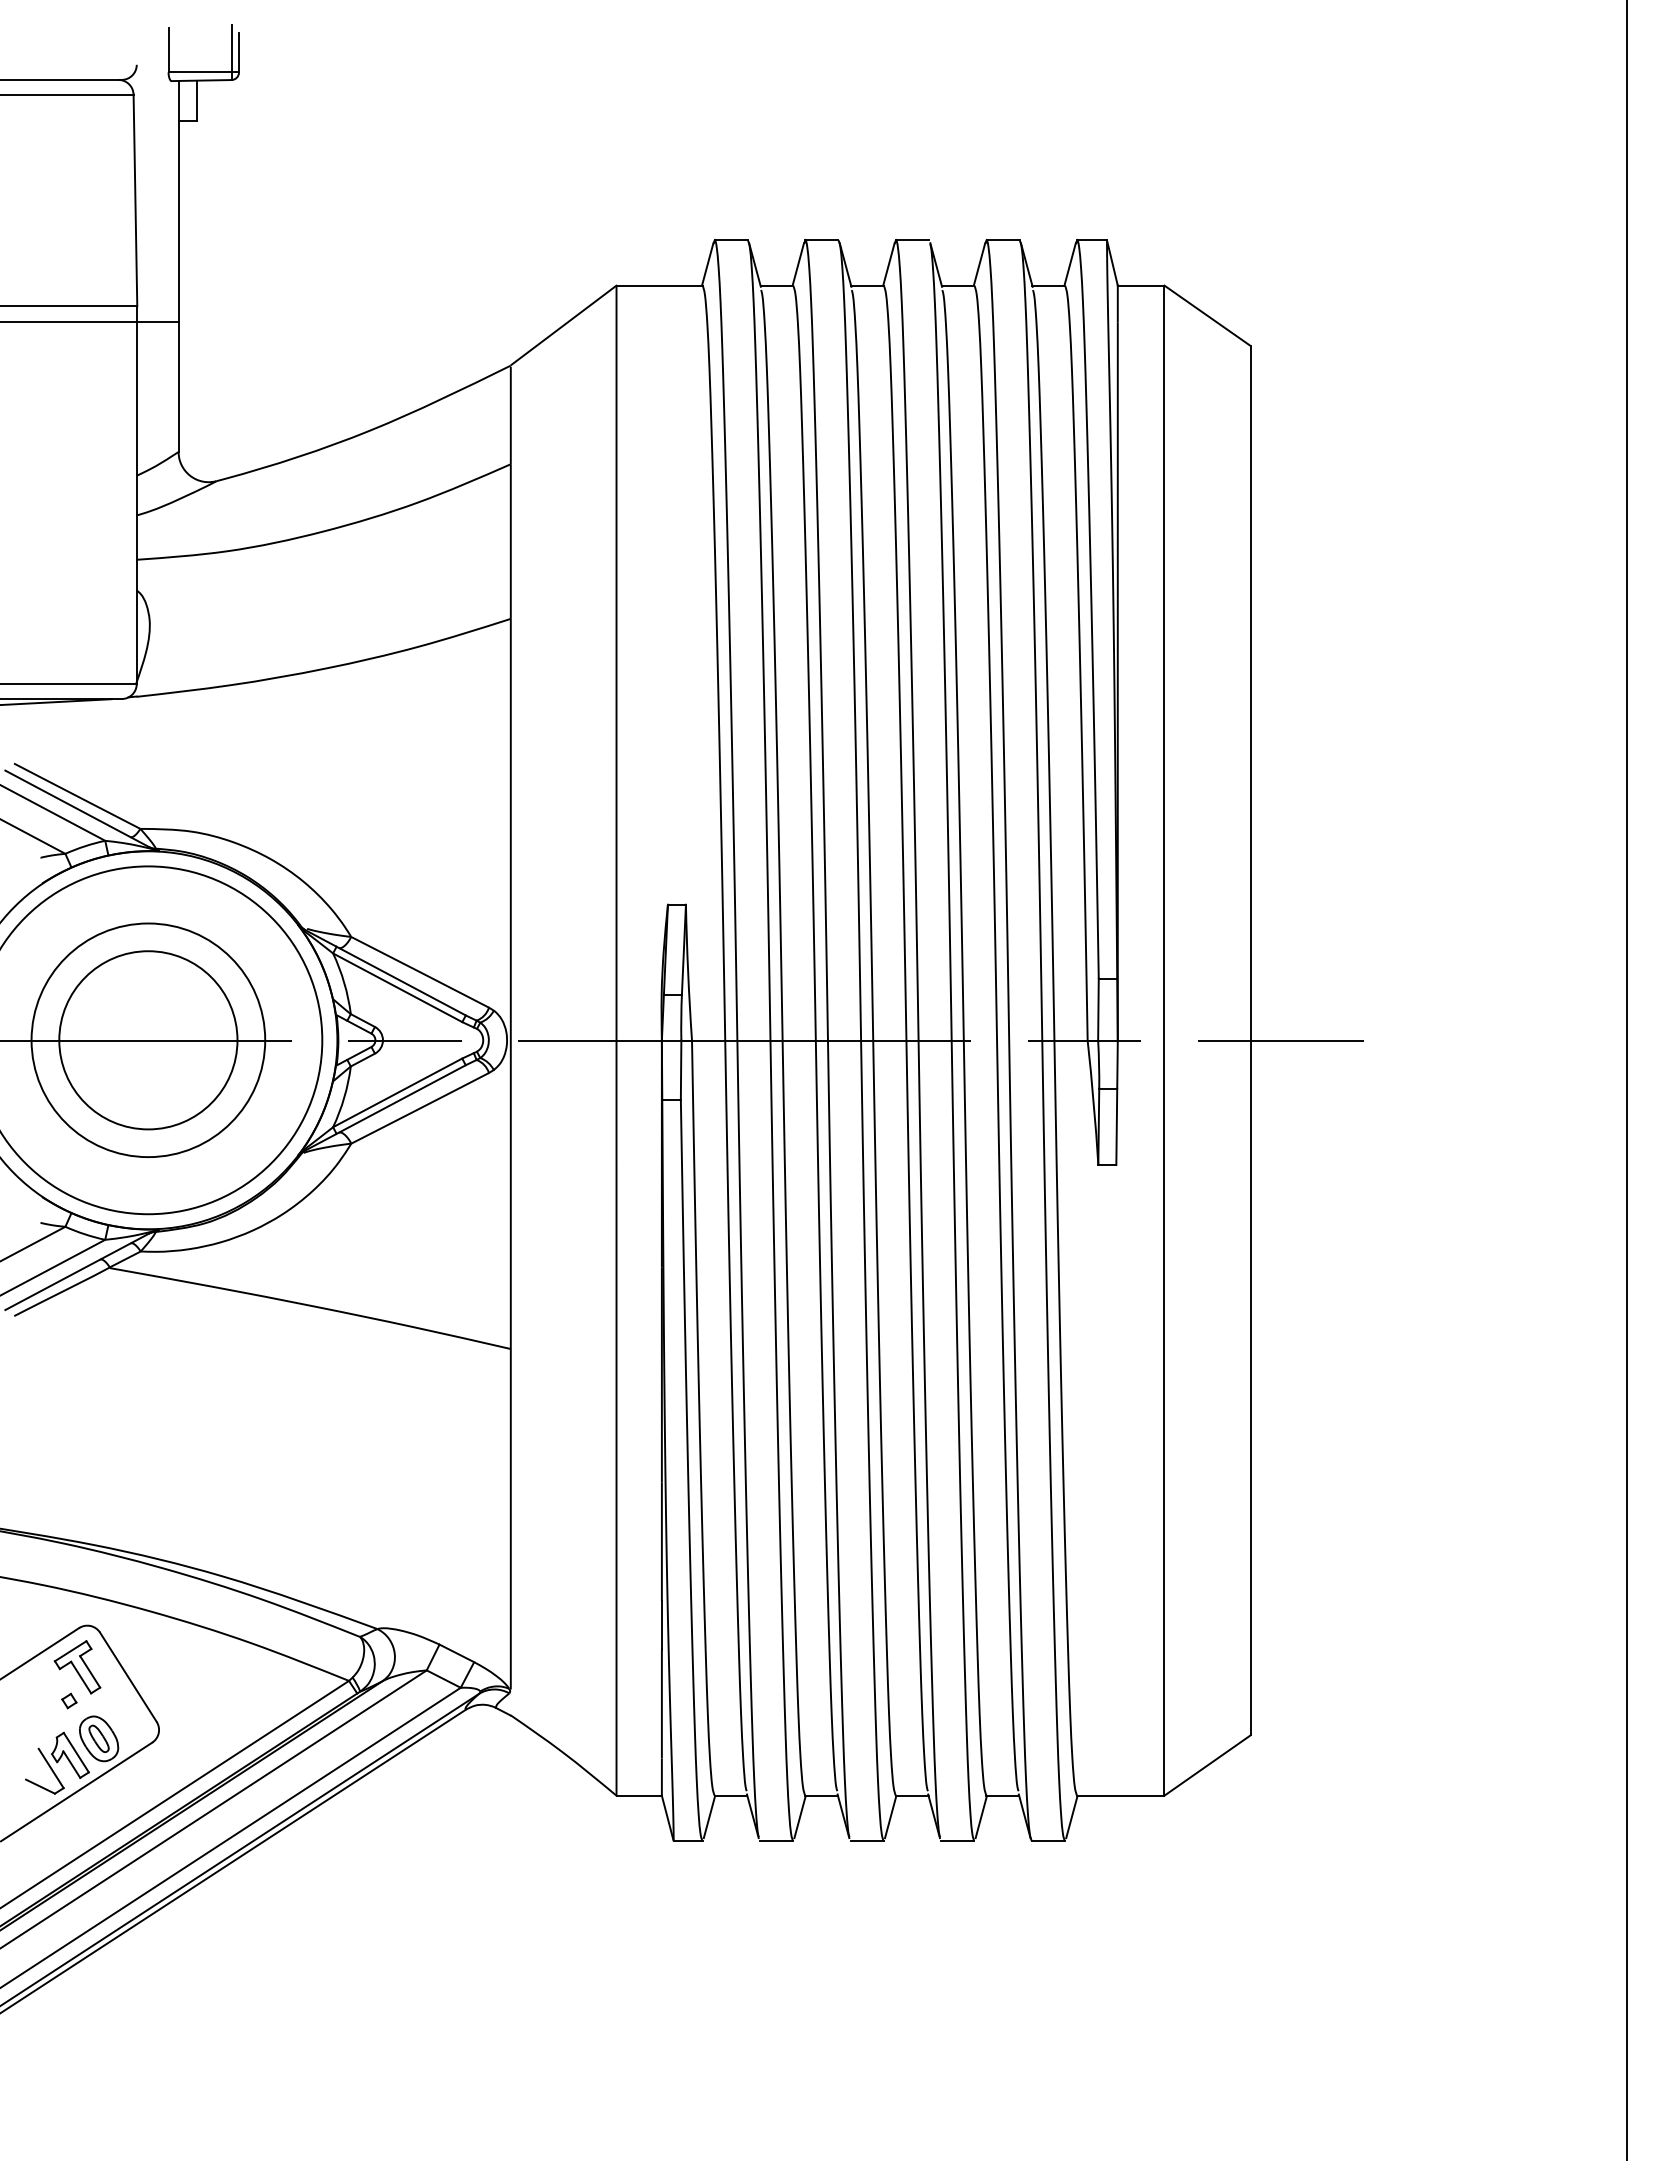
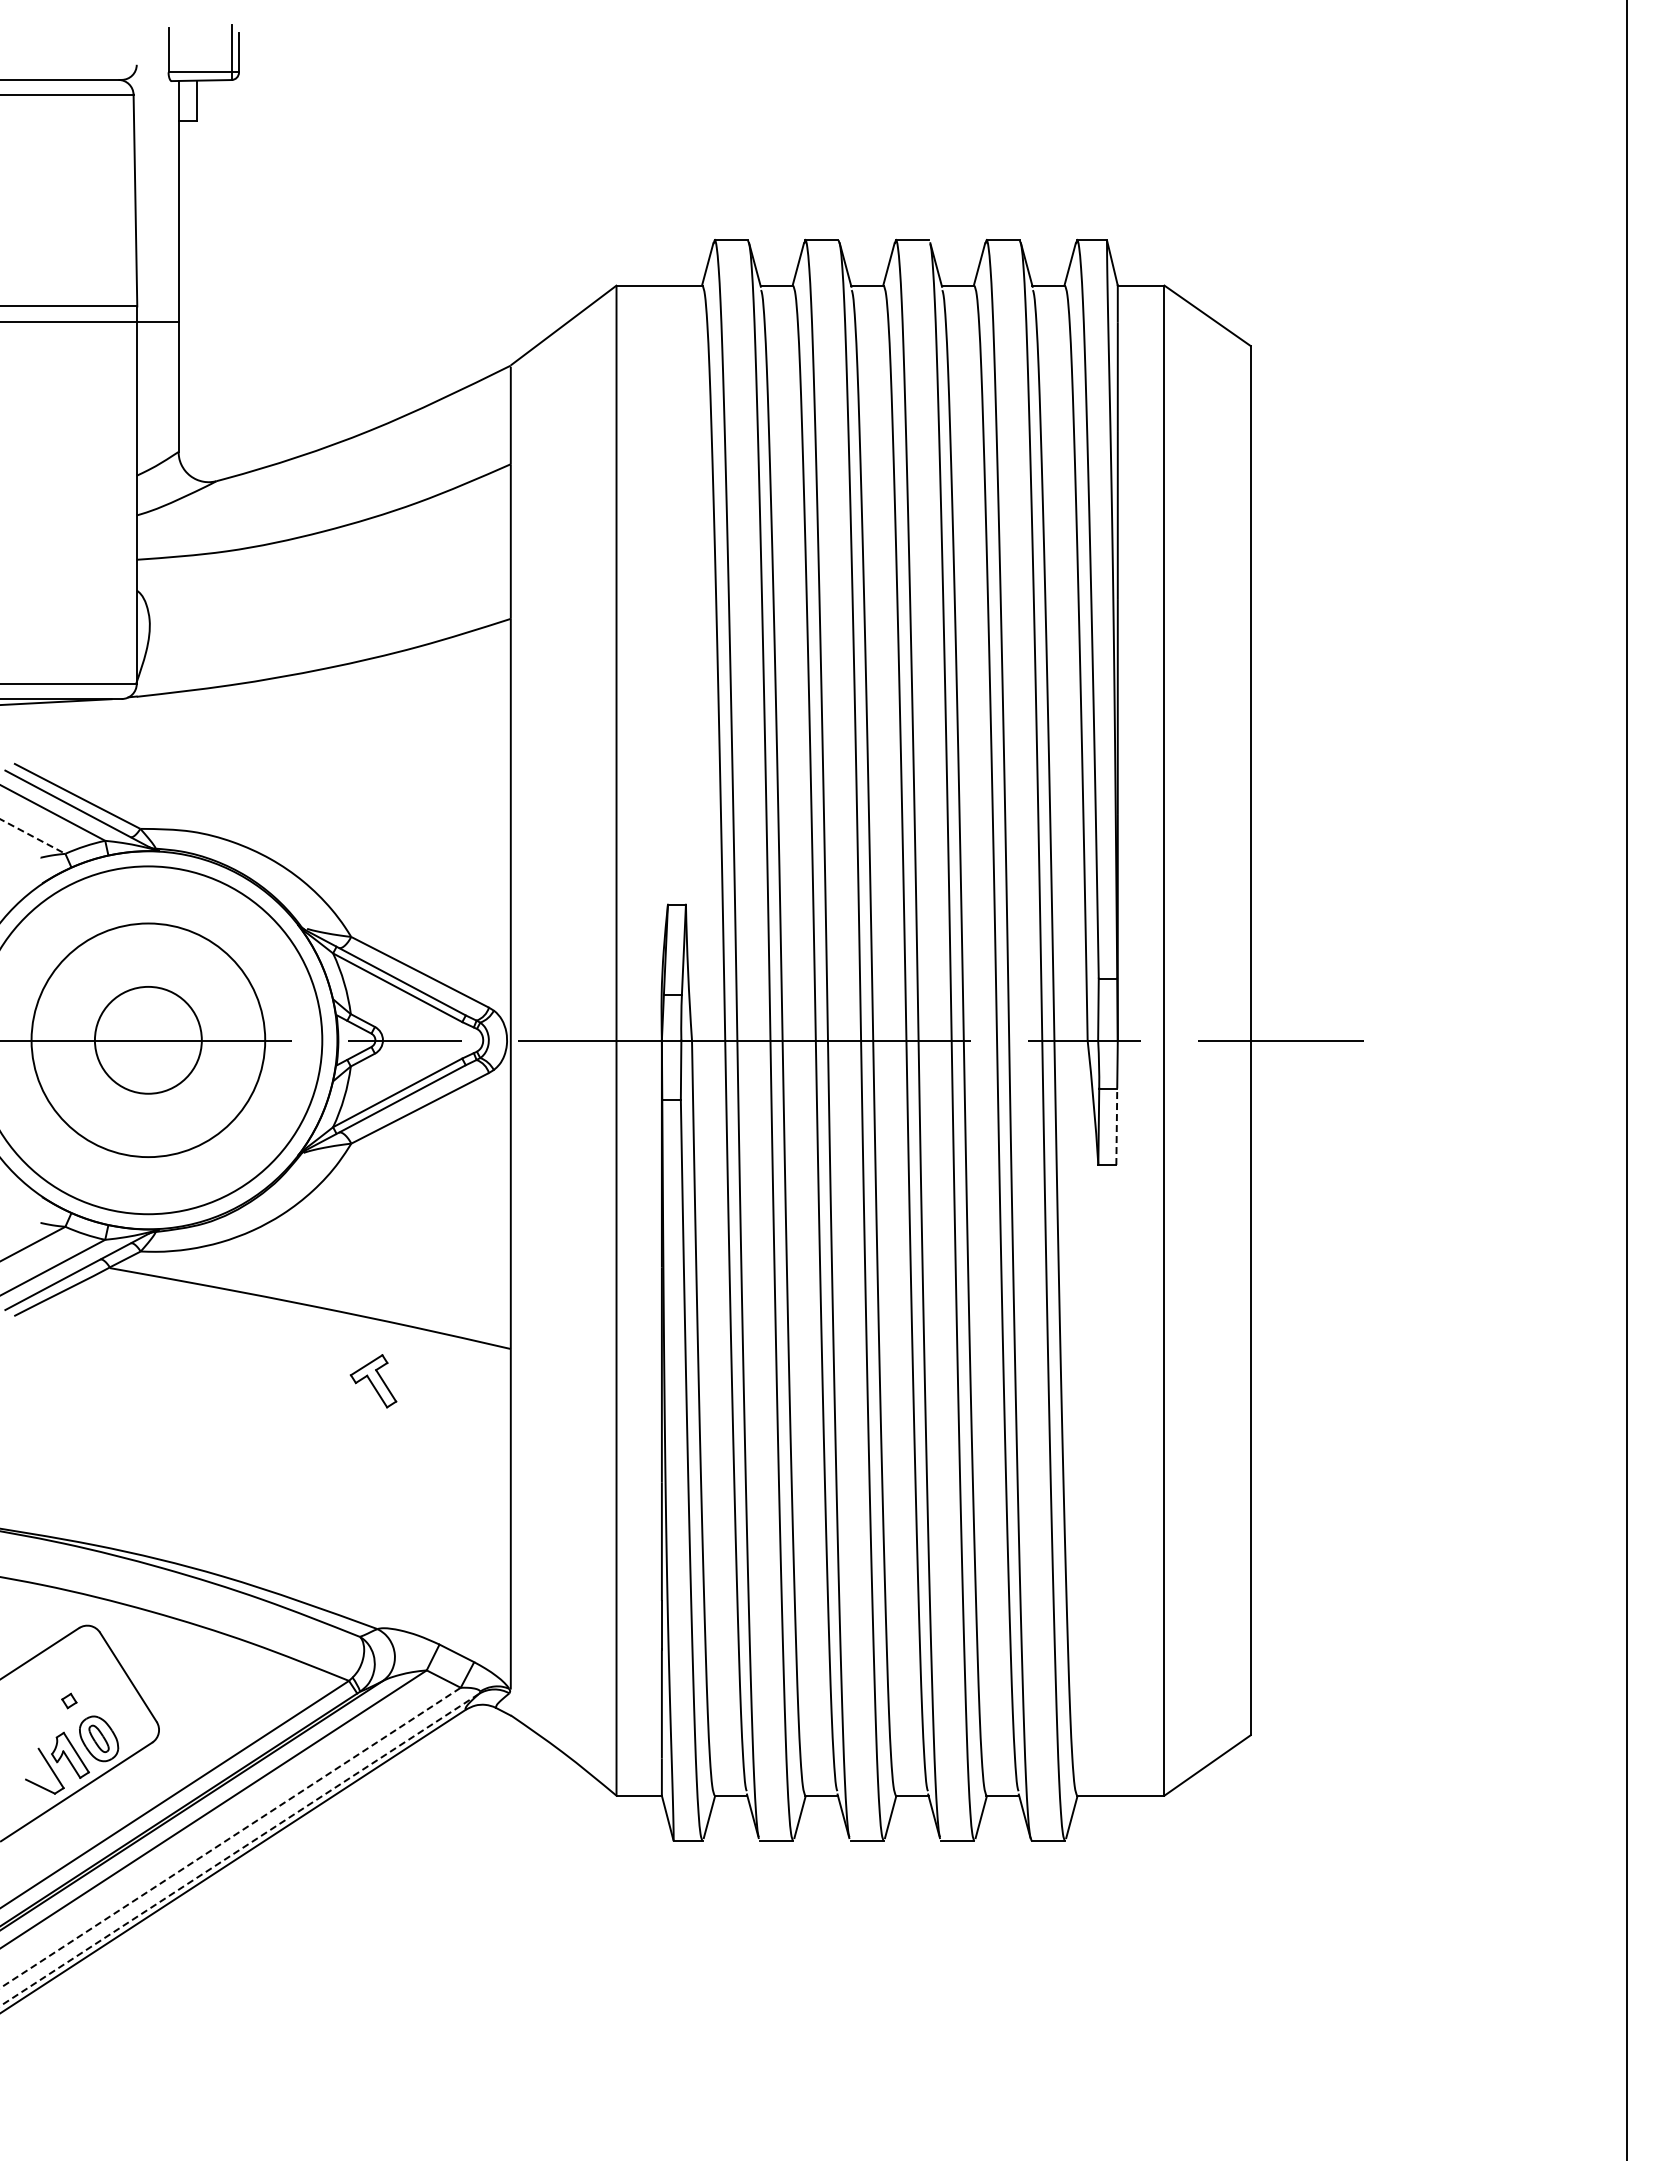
line at (33, 836): solid -> dashed
circle at (148, 1040) diameter: 178 px -> 107 px
line at (1116, 1126): solid -> dashed
part at (77, 1667) position: (77, 1667) -> (373, 1381)
line at (230, 1837): solid -> dashed
line at (239, 1850): solid -> dashed
